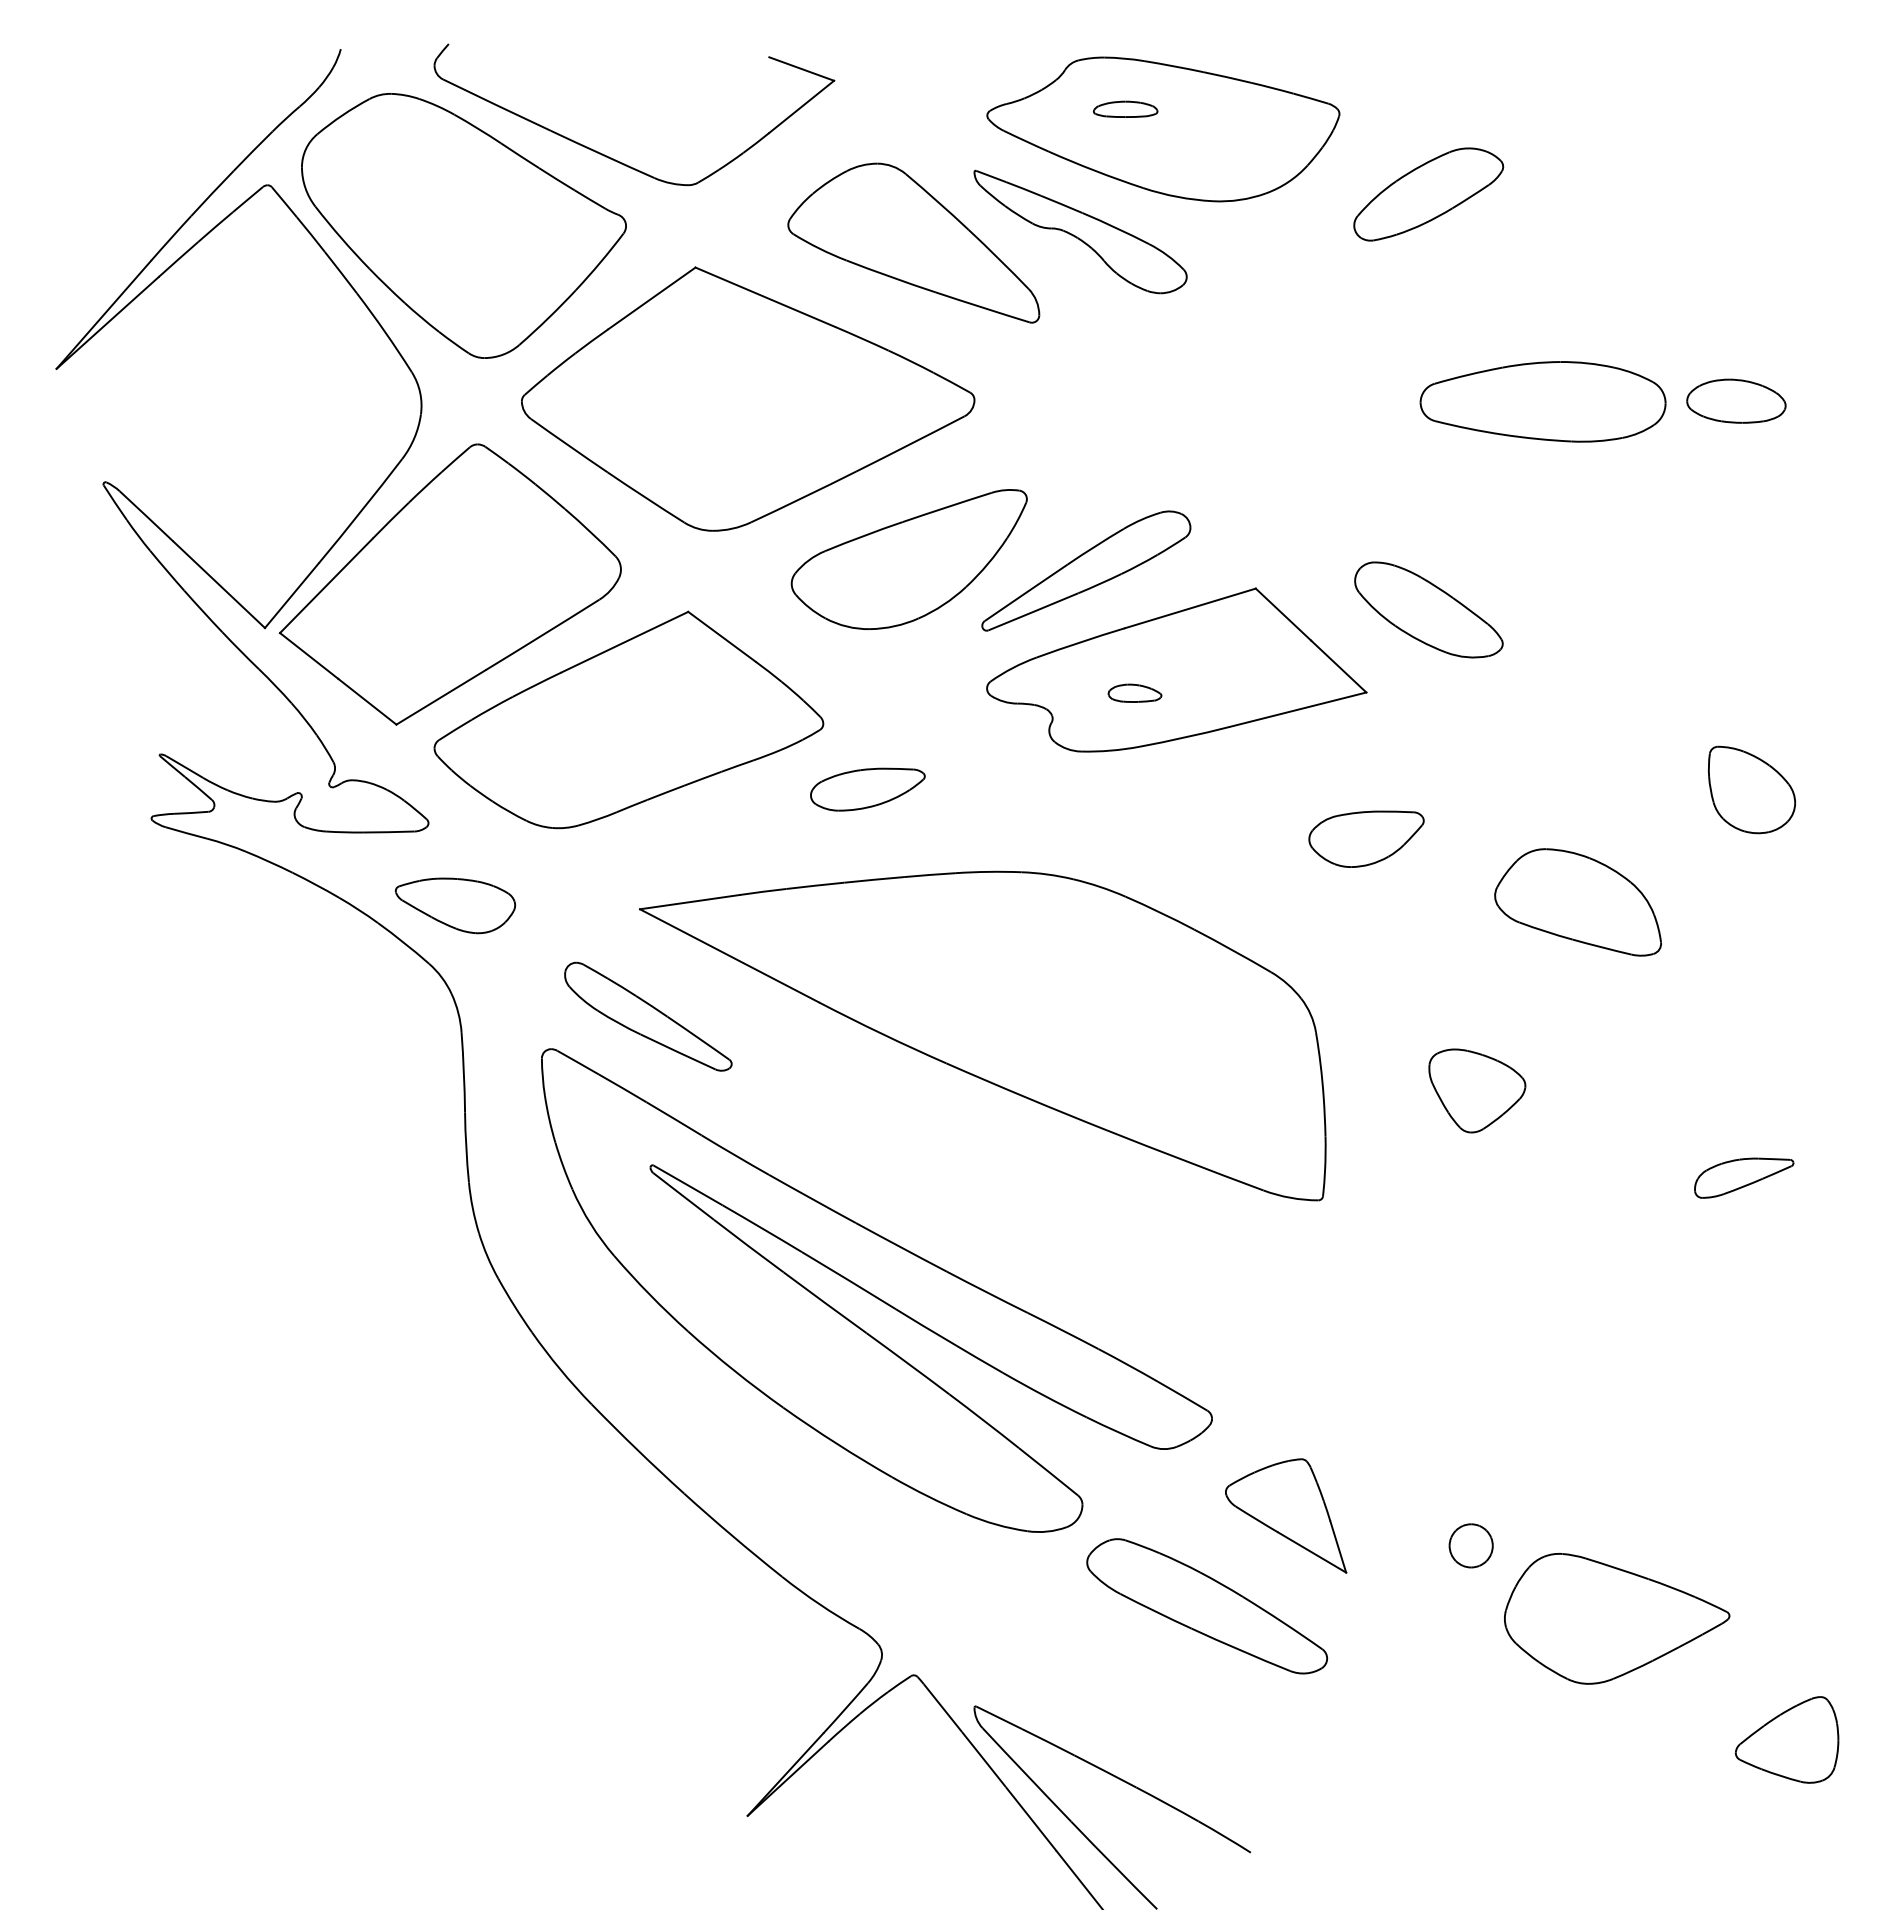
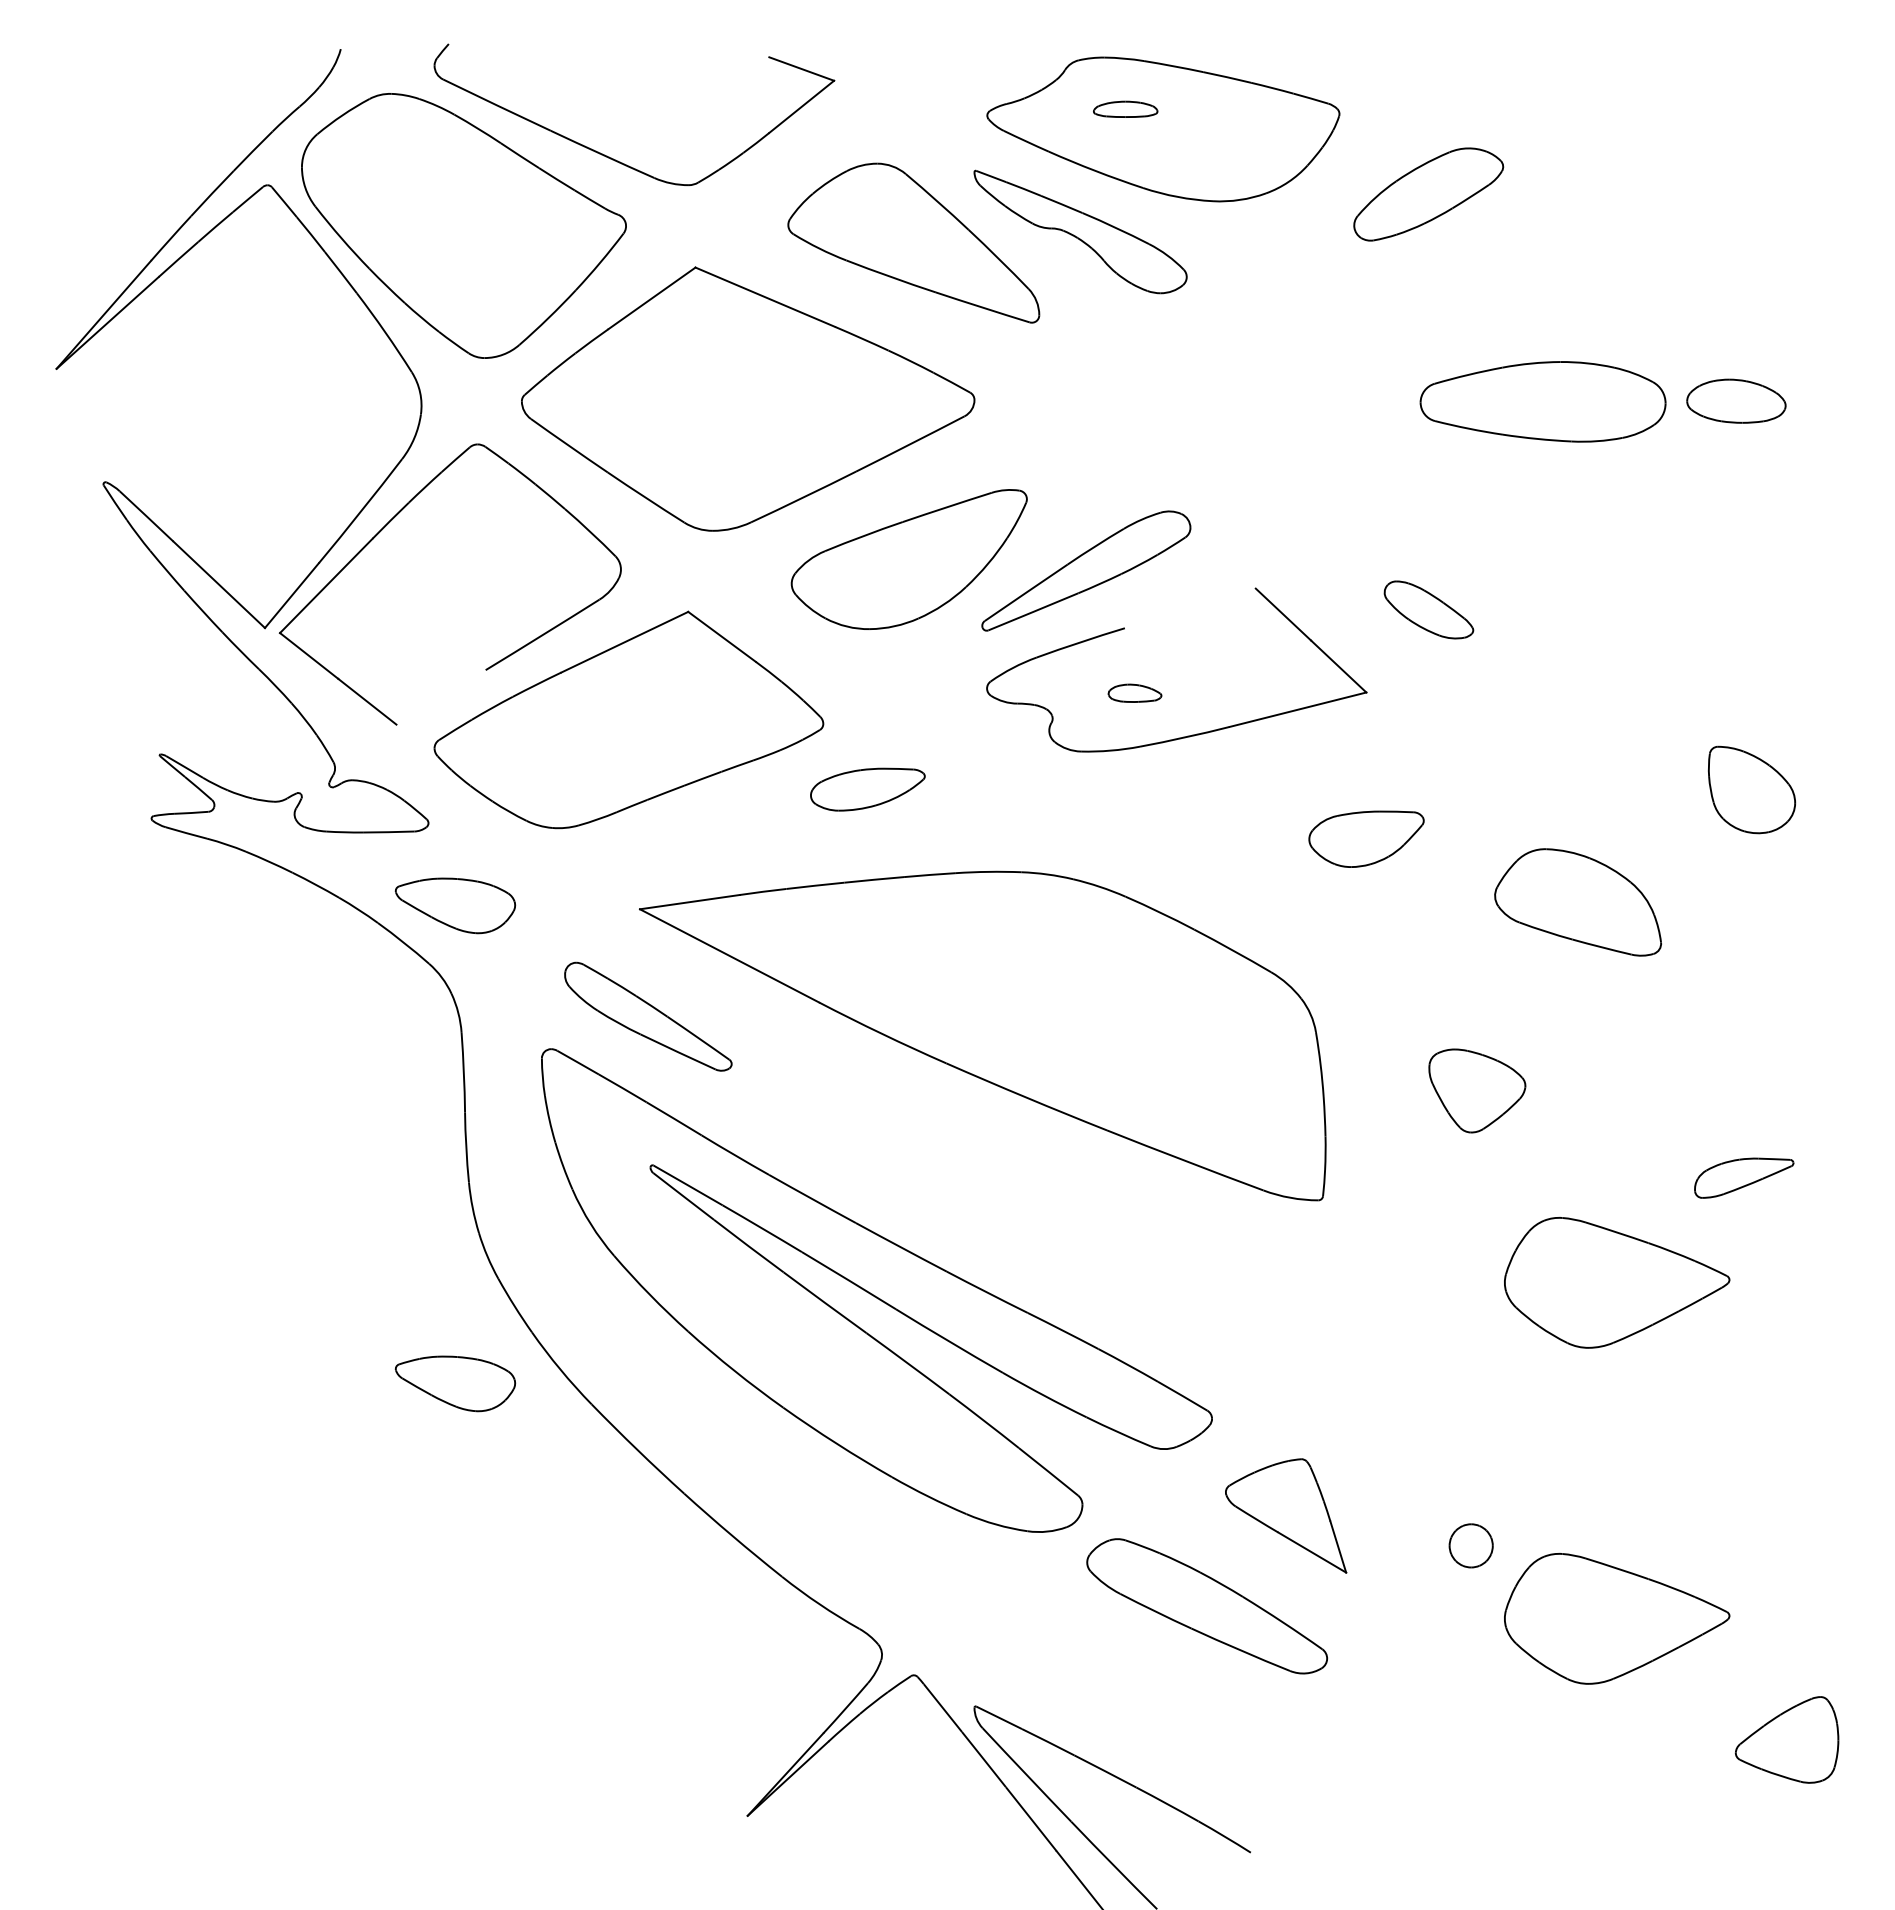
line at (1189, 608): present -> none
part at (1428, 609) size: 150x98 px -> 92x60 px
line at (440, 697): present -> none
part at (1617, 1282): none -> present
part at (455, 1383): none -> present
